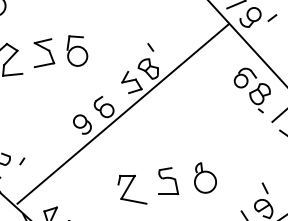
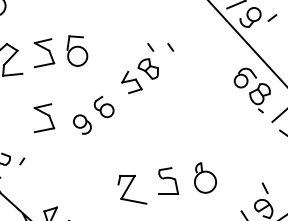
line at (170, 47): none -> present
line at (122, 113): present -> none
part at (44, 118): none -> present
